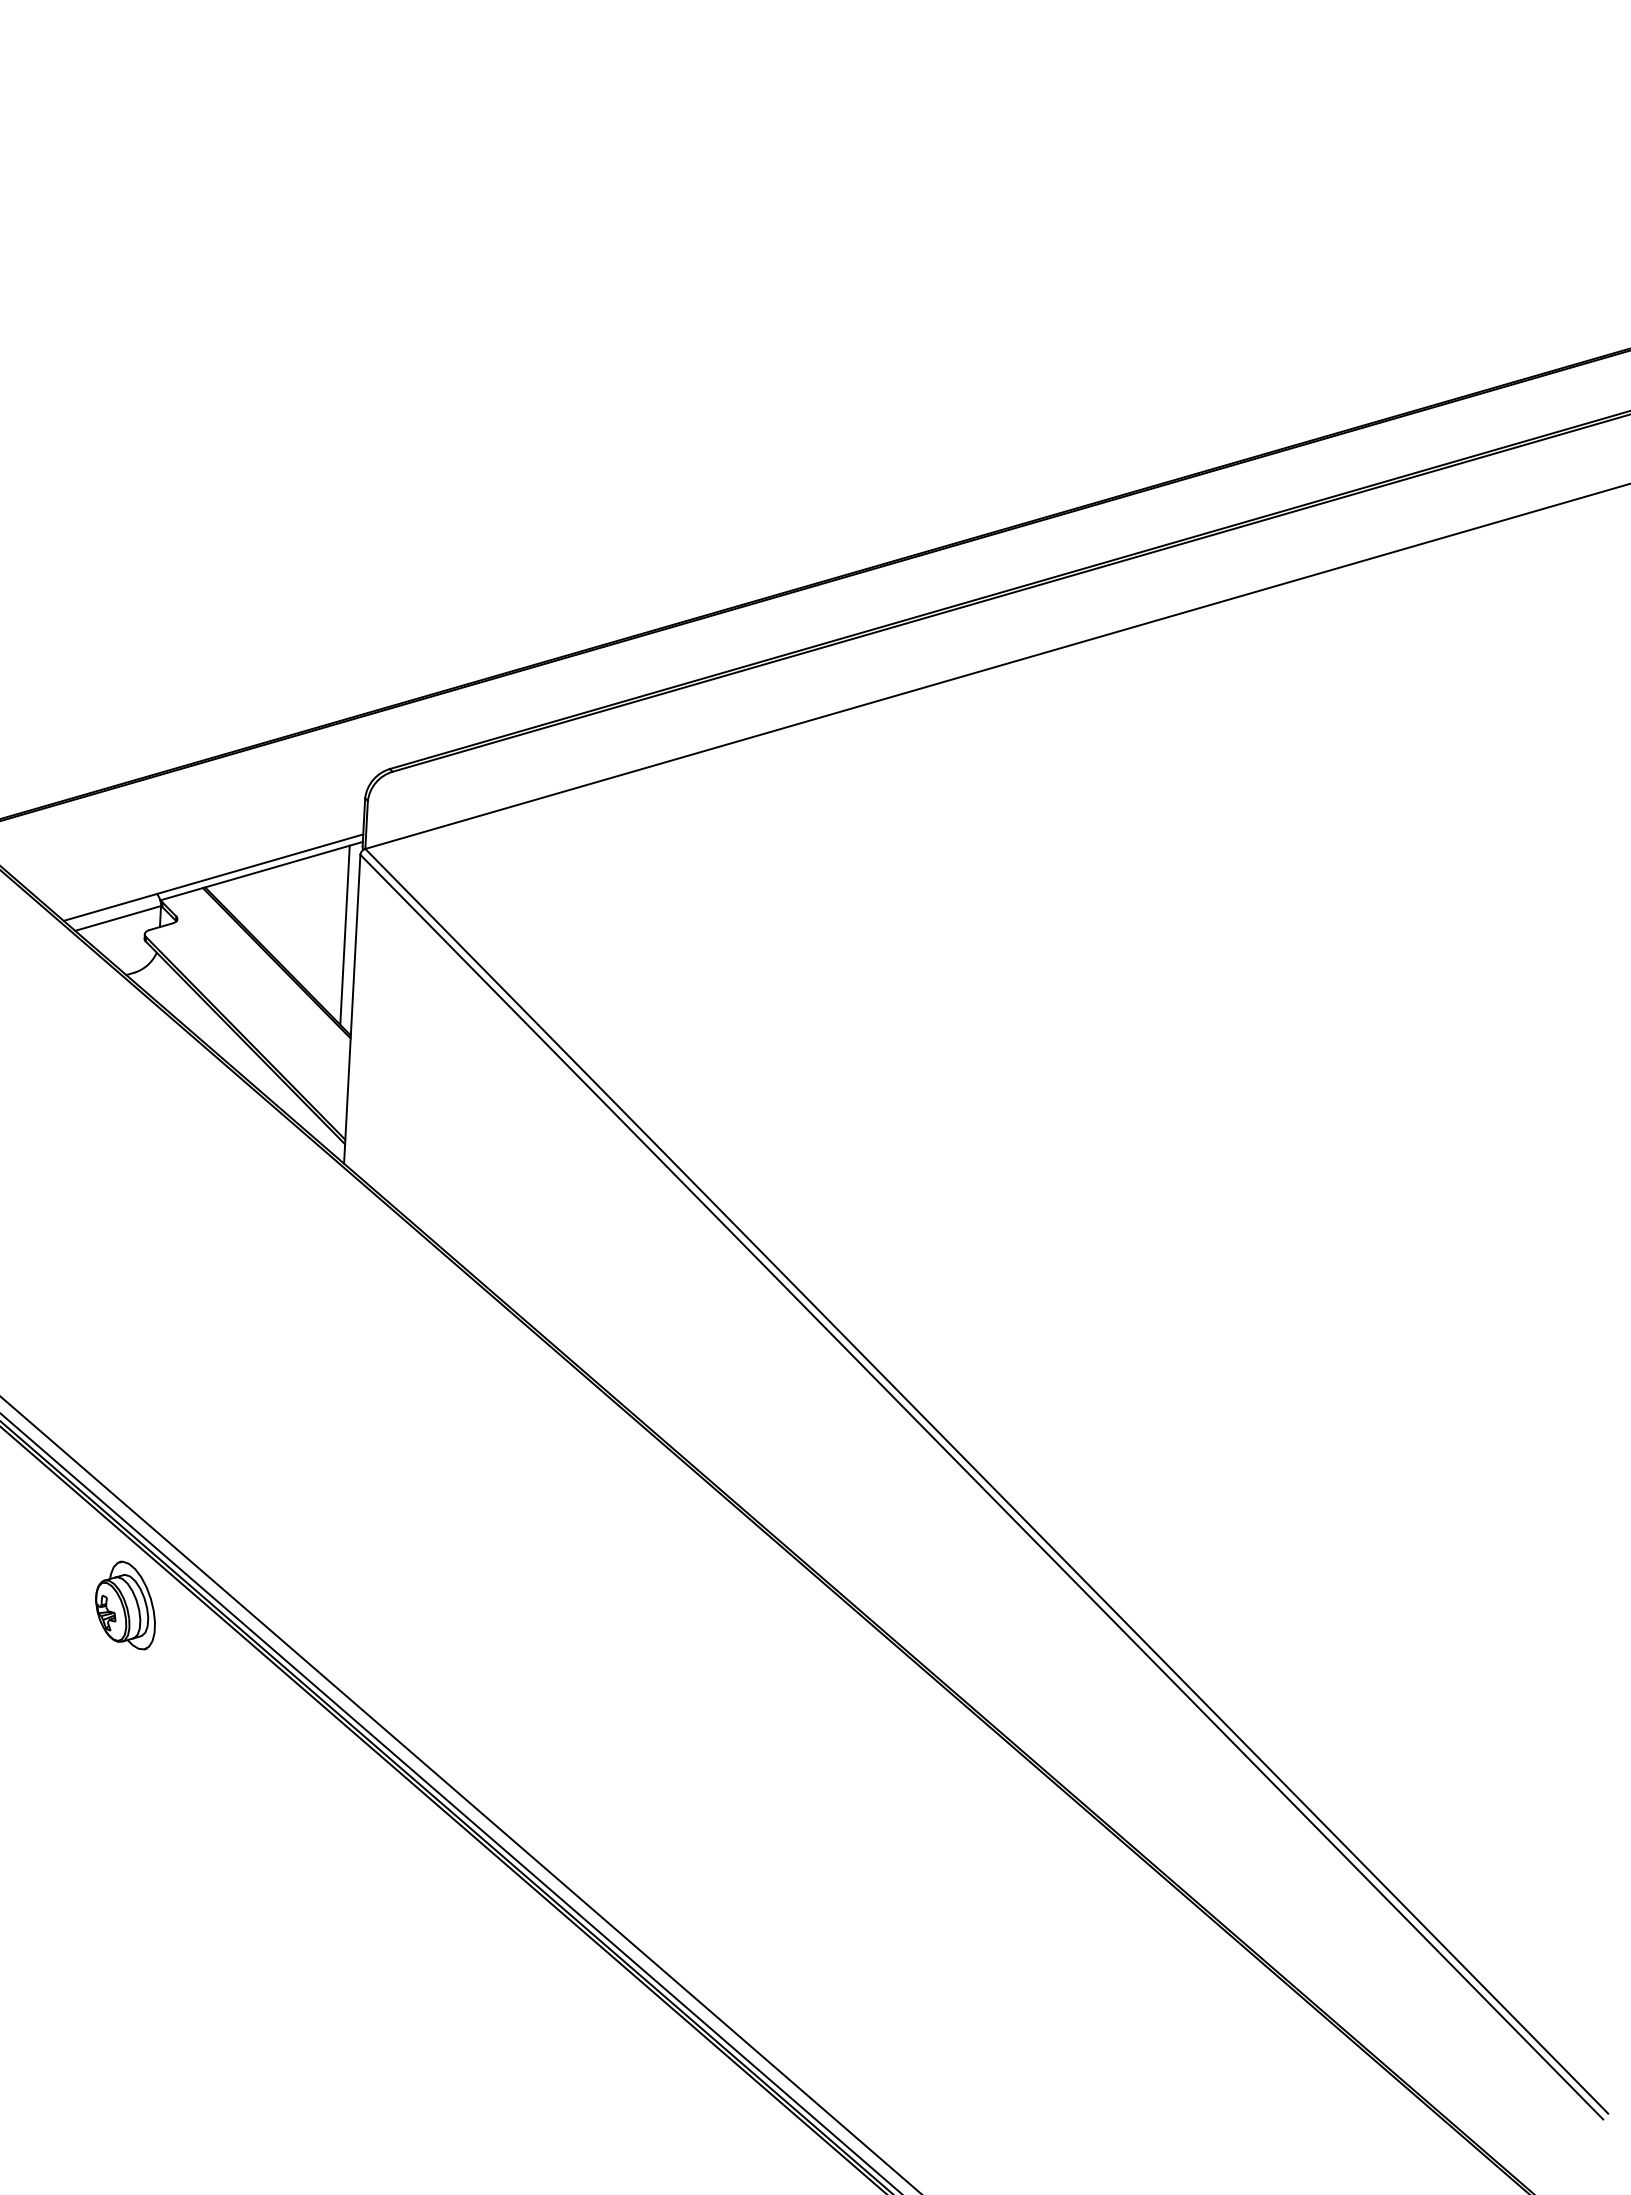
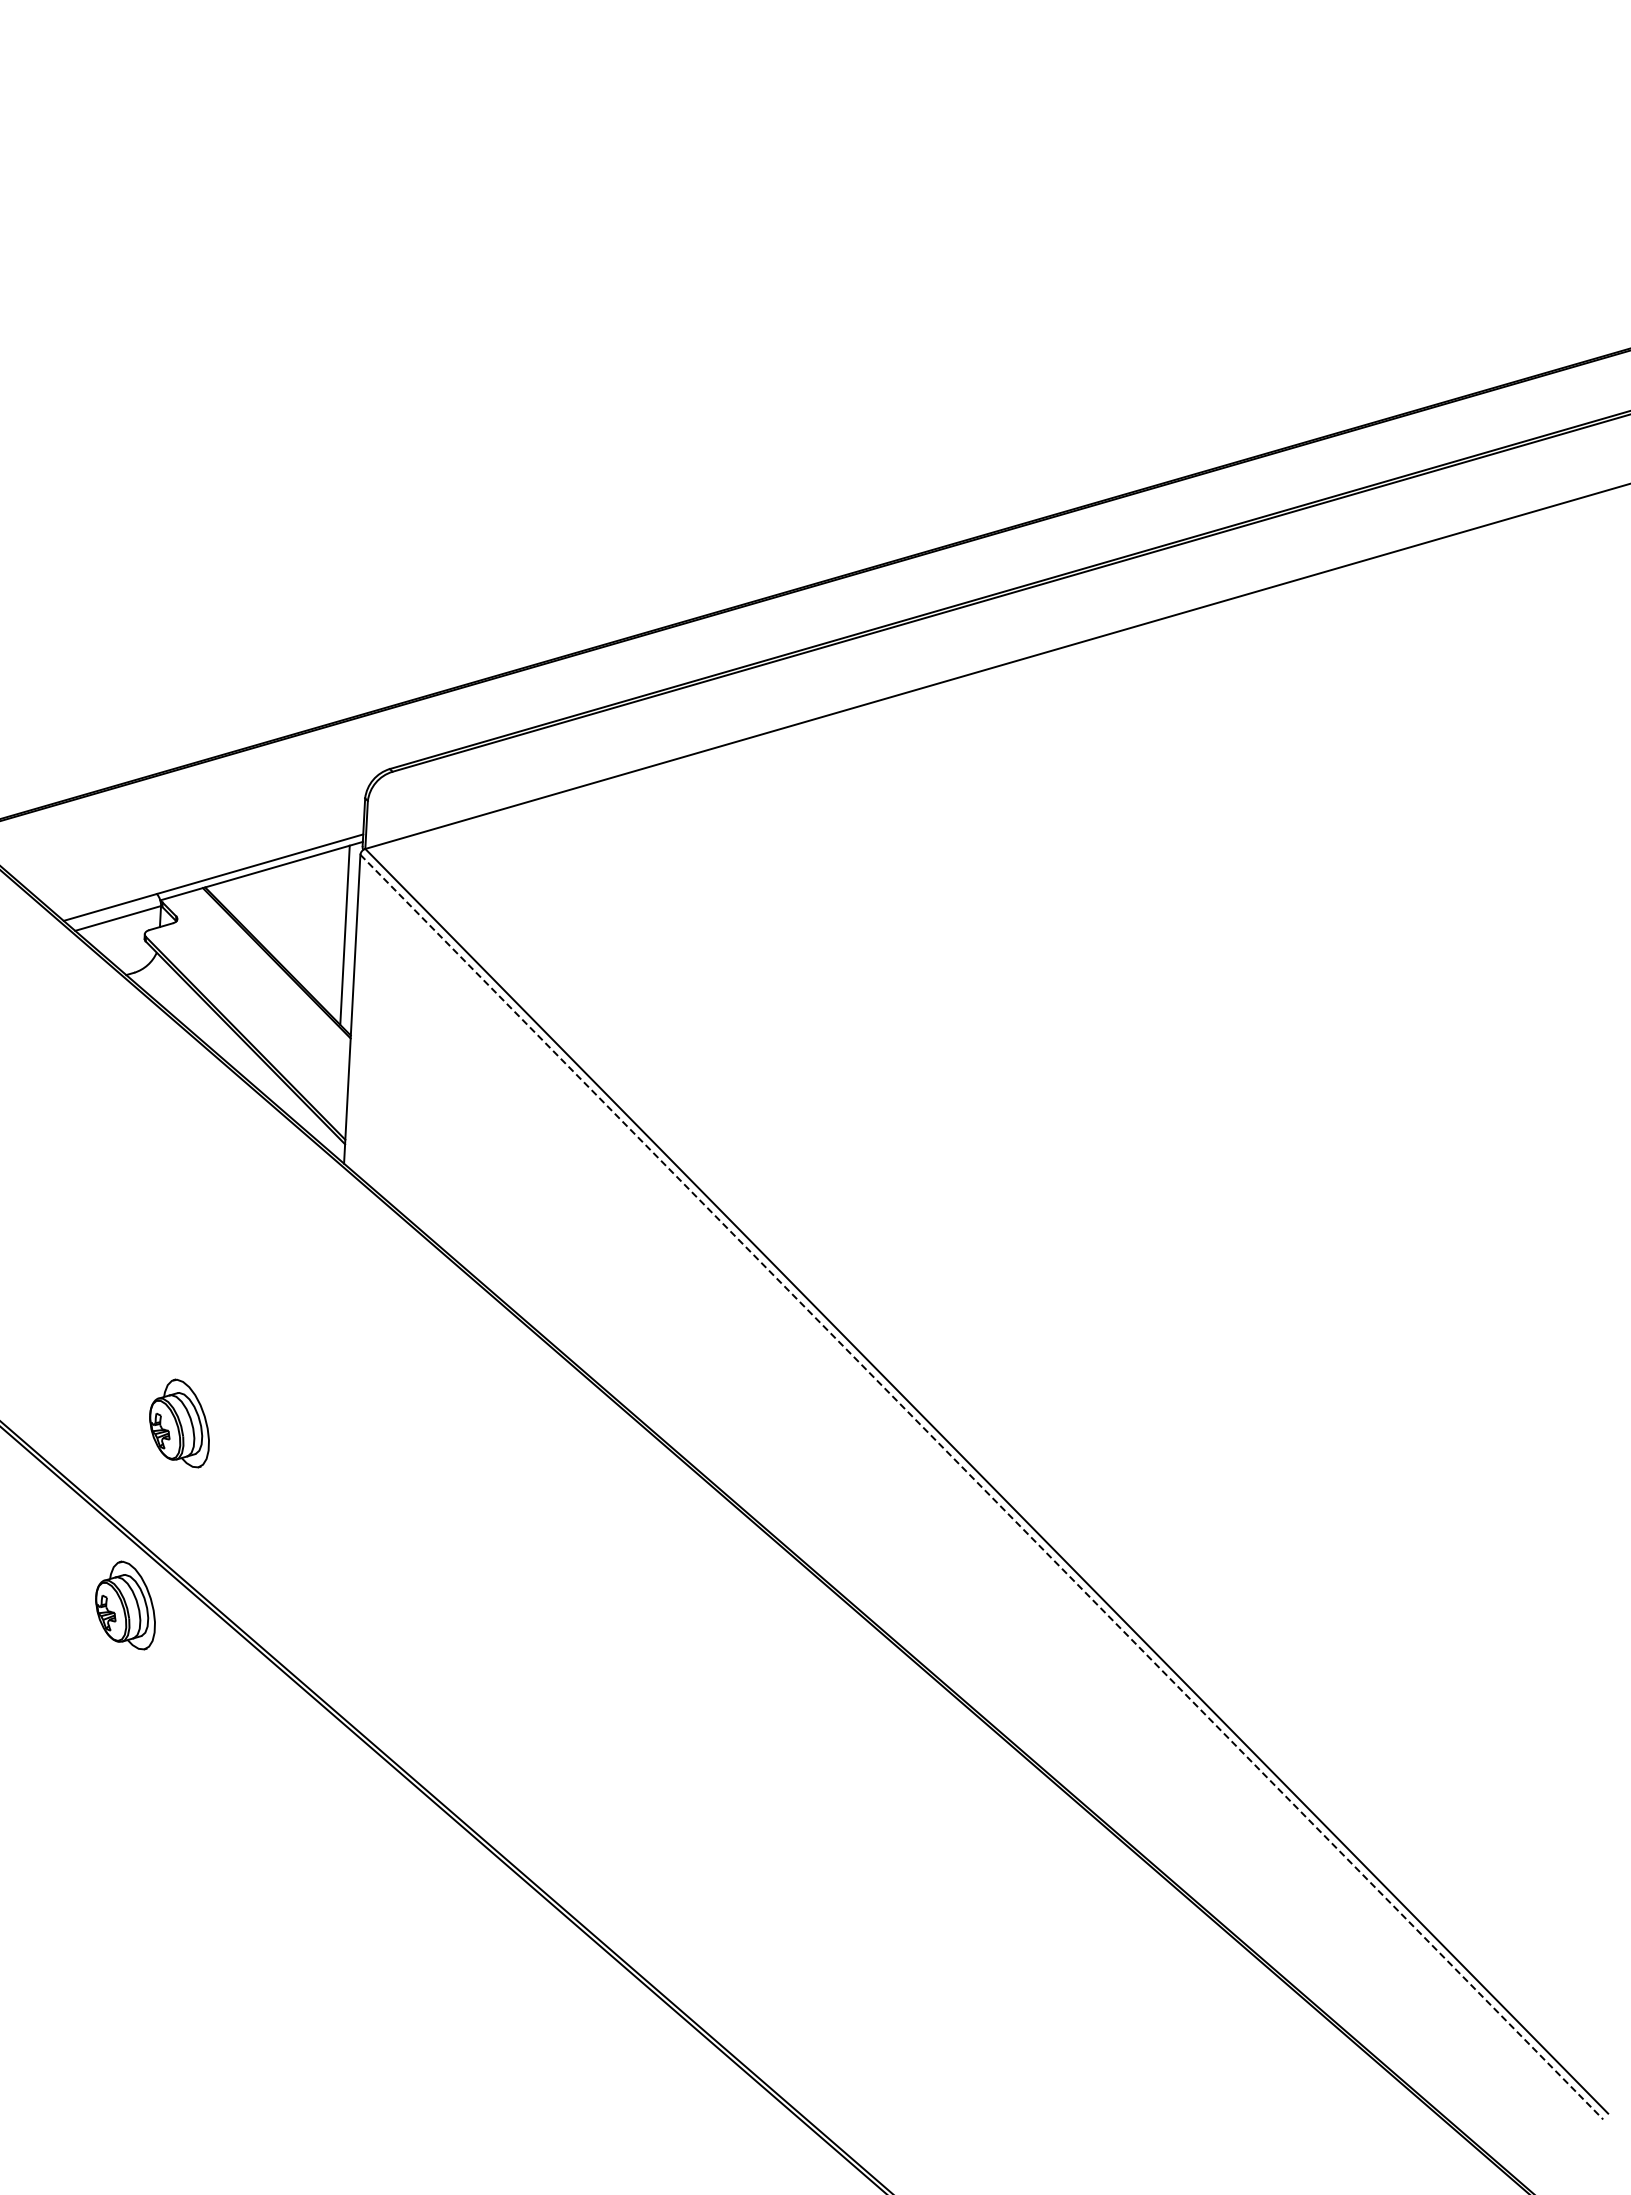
part at (179, 1423): none -> present
line at (981, 1487): solid -> dashed
line at (460, 1794): present -> none
line at (450, 1803): present -> none
